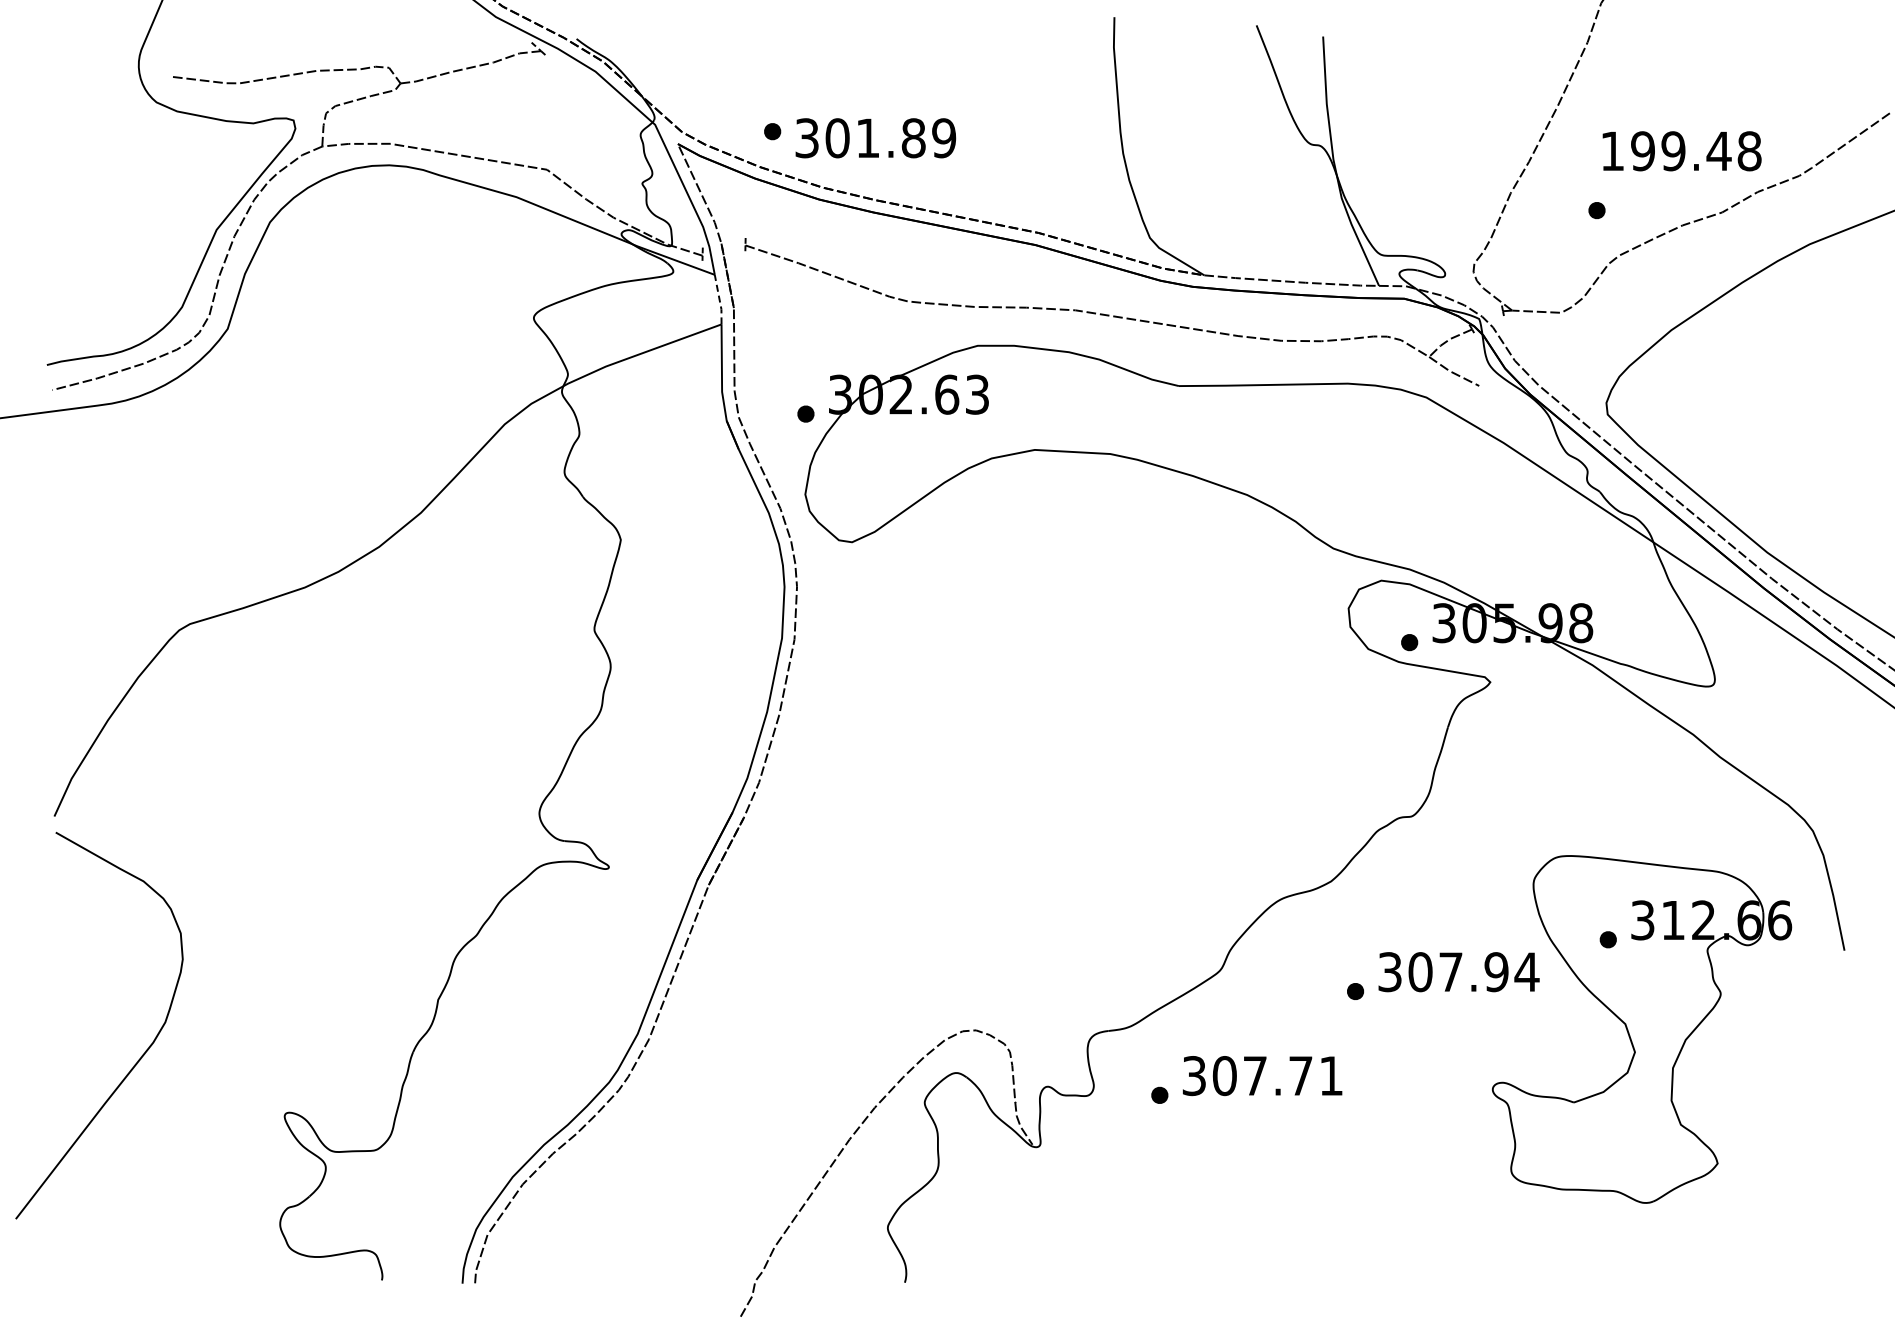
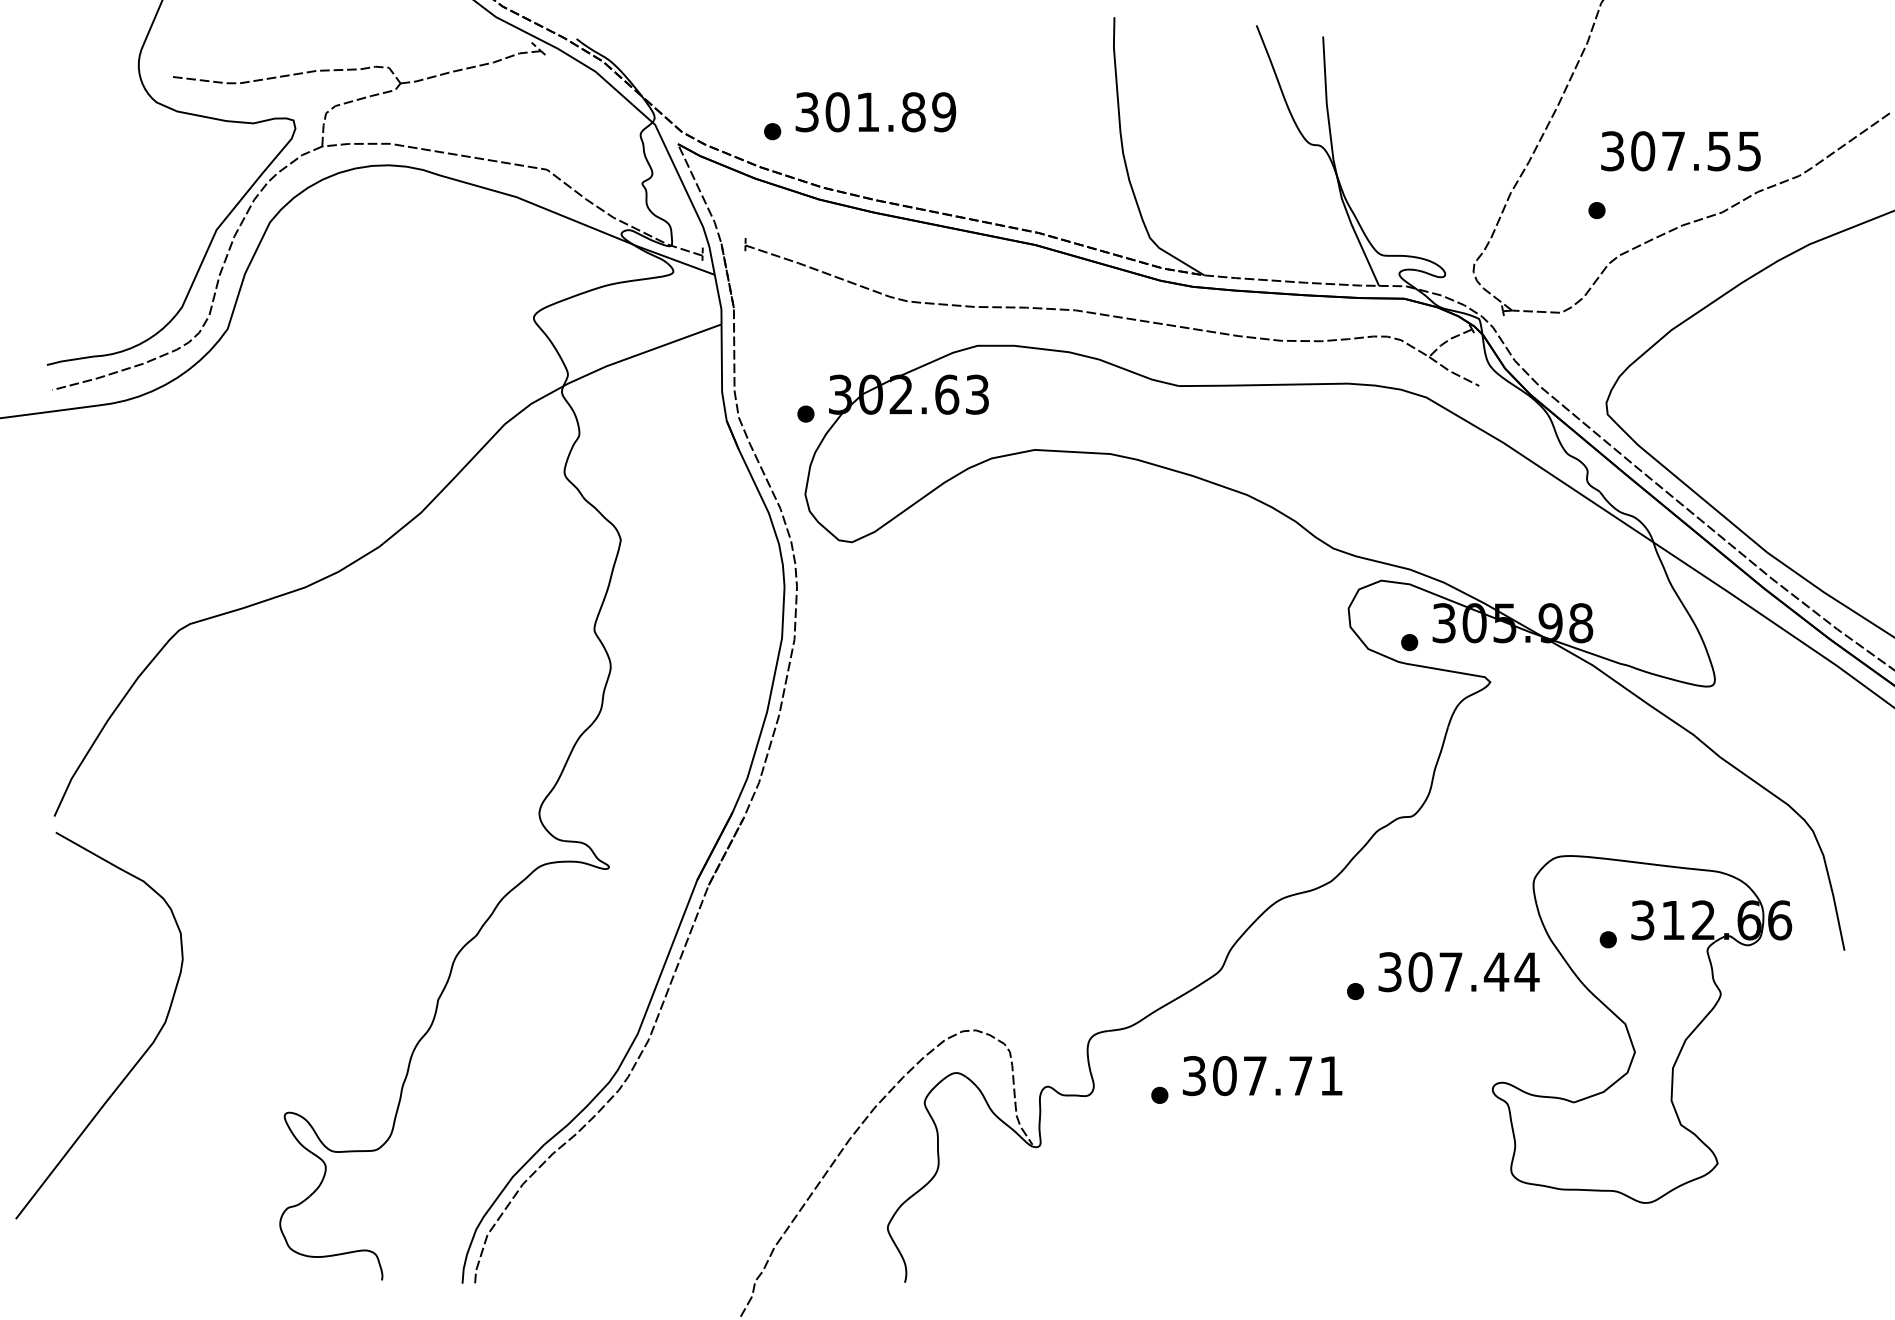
text at (875, 138) position: (875, 138) -> (875, 112)
text at (1681, 151): 199.48 -> 307.55
line at (719, 299): dashed -> solid
text at (1496, 972): 307.94 -> 307.44
